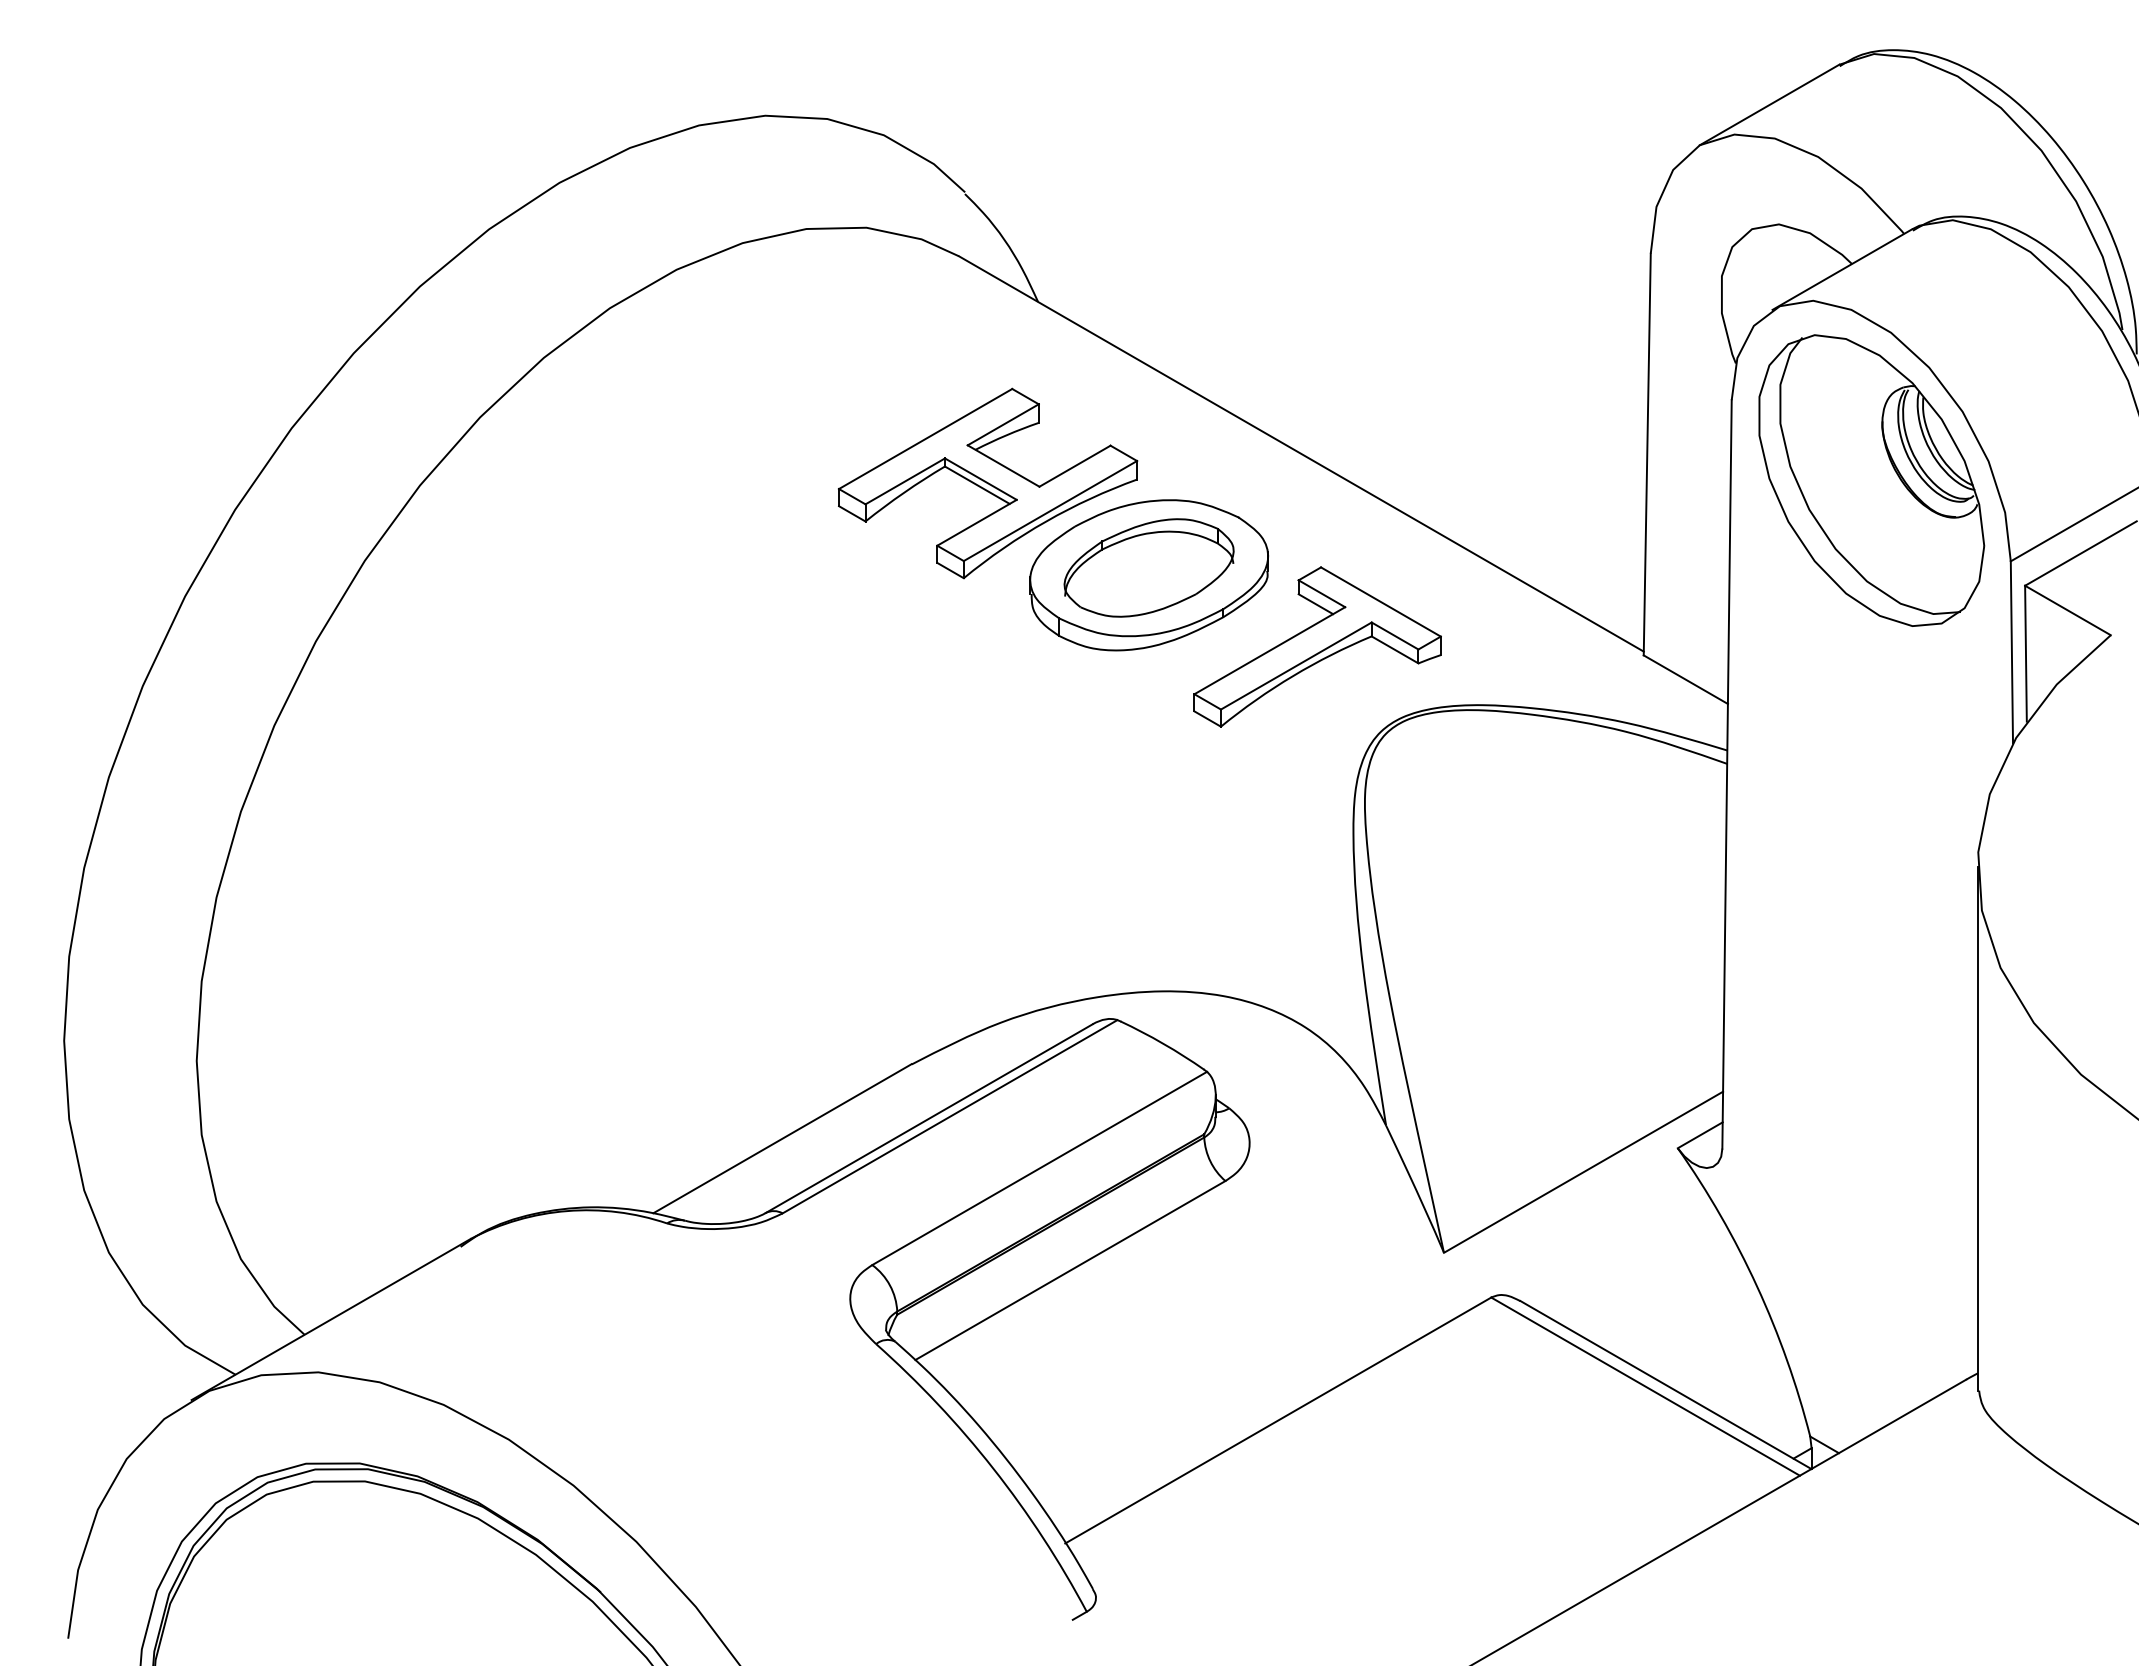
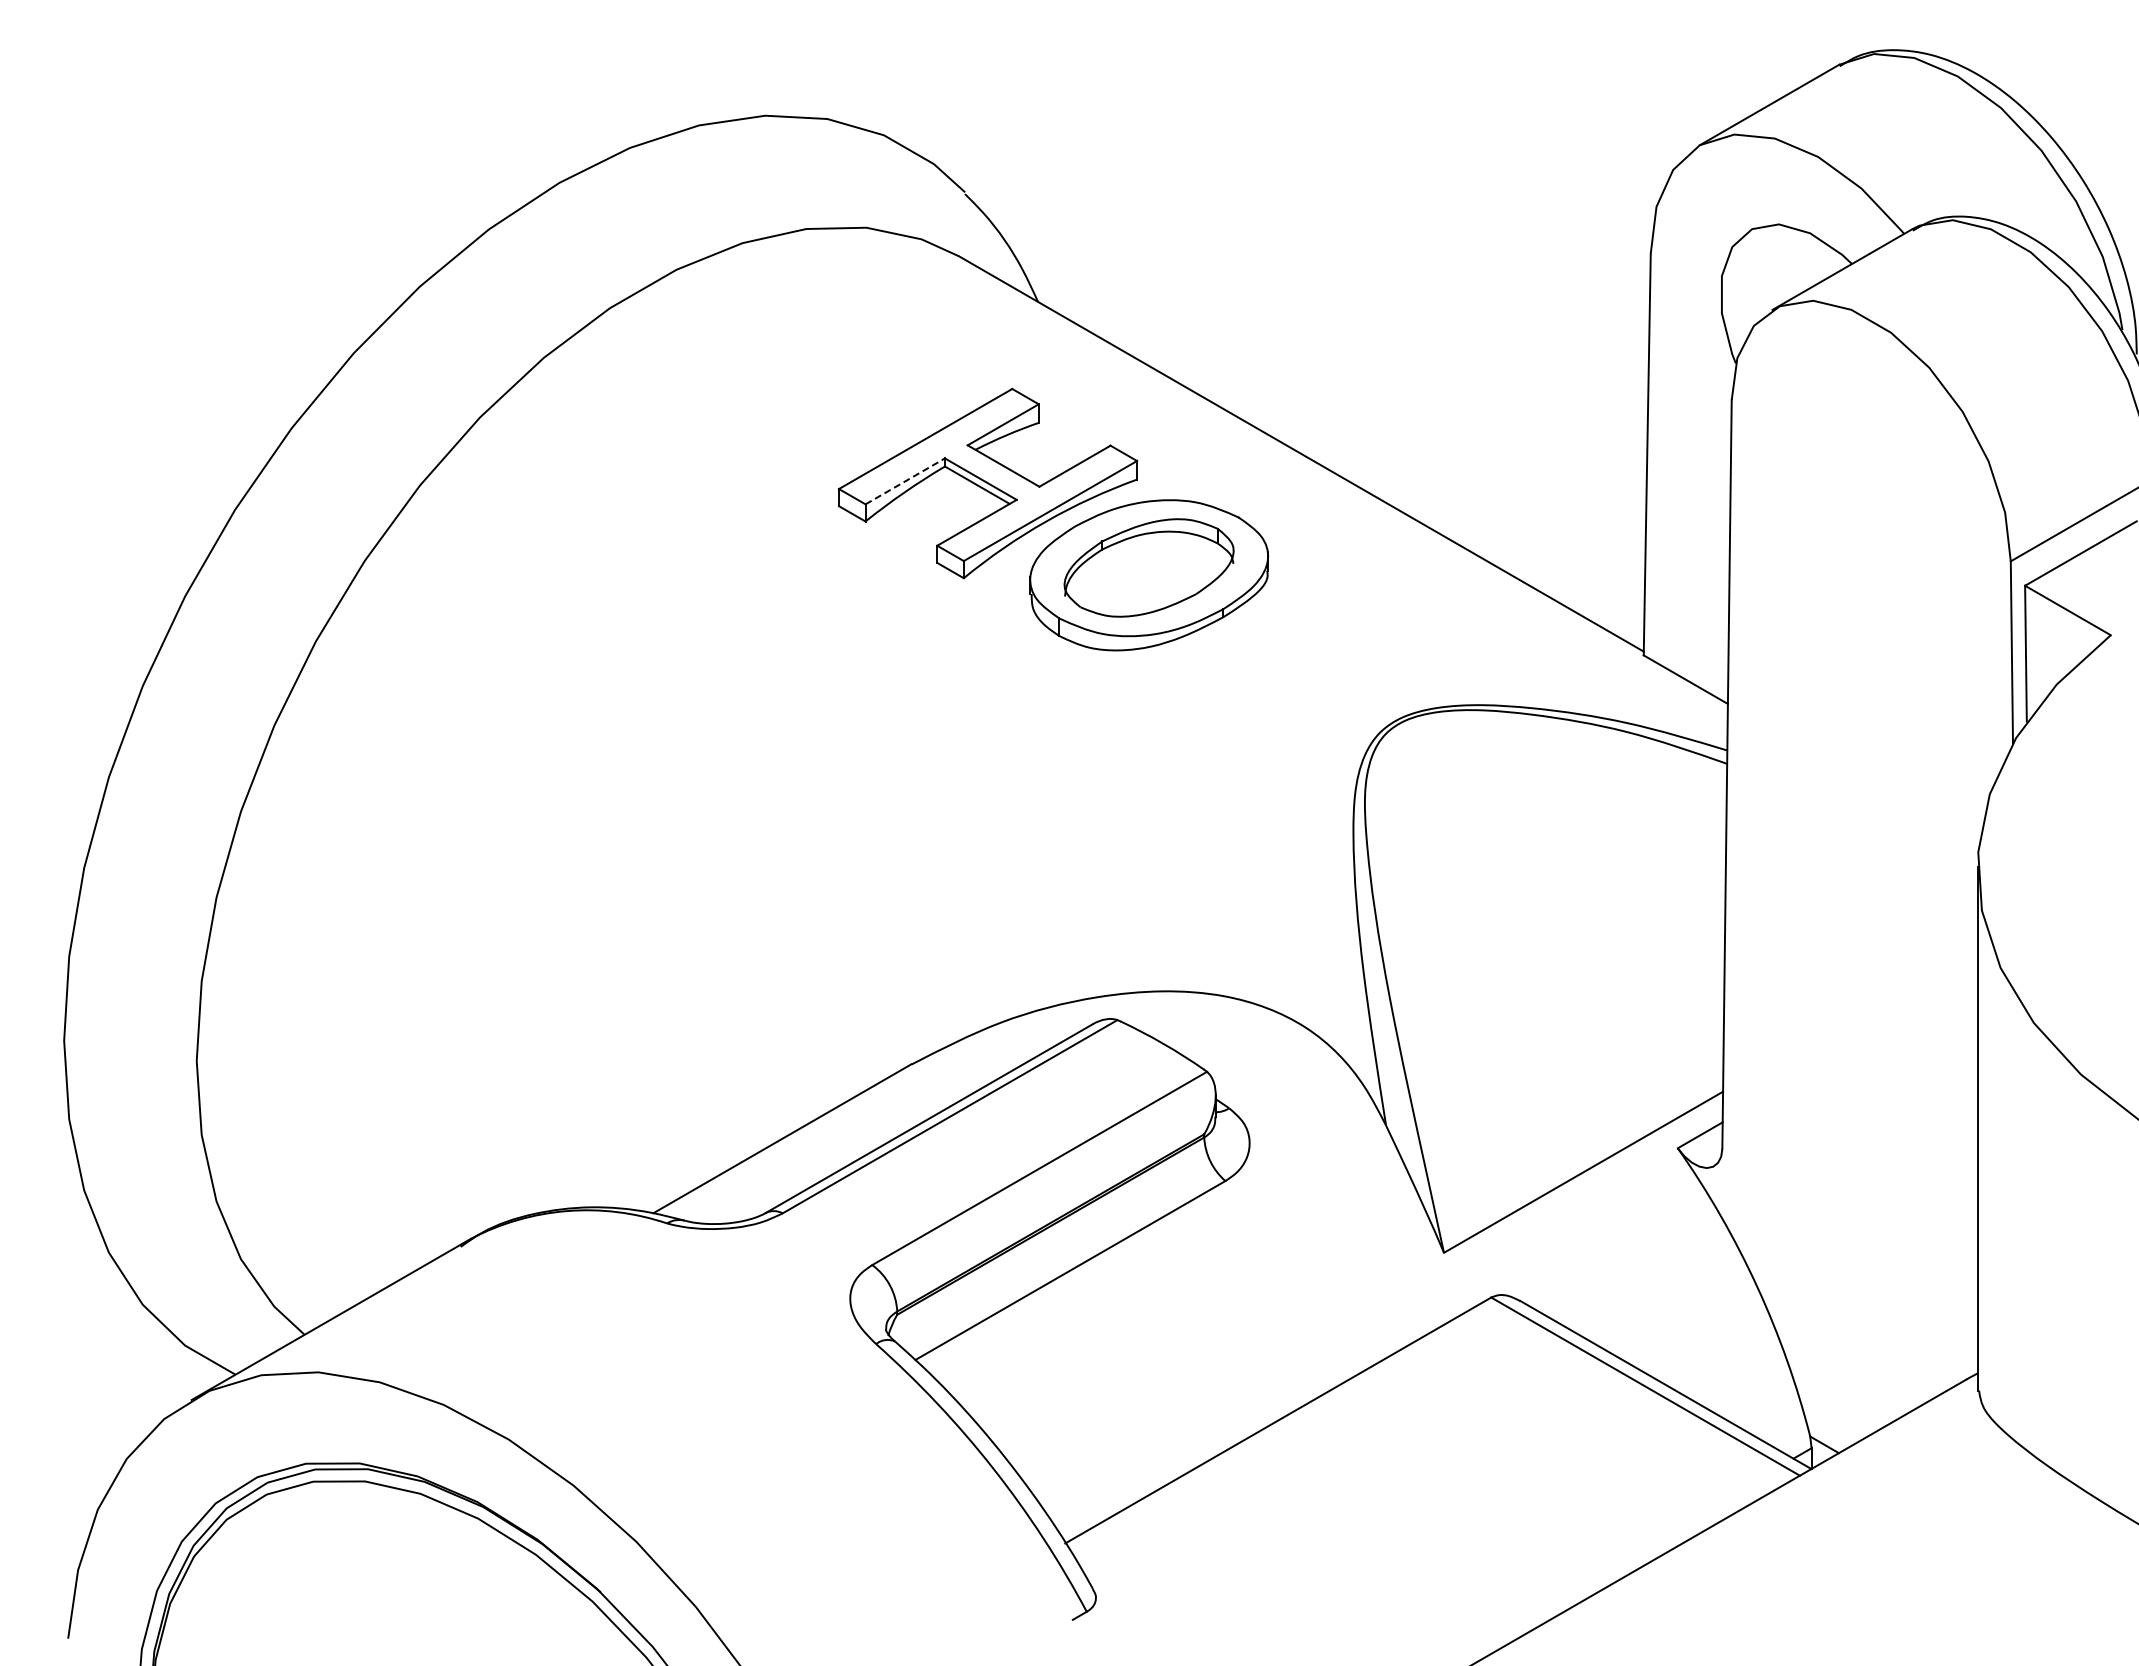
part at (1871, 480): present -> none
line at (905, 481): solid -> dashed
part at (1317, 646): present -> none
